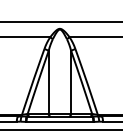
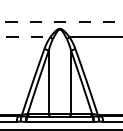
line at (61, 22): solid -> dashed
line at (25, 37): solid -> dashed
